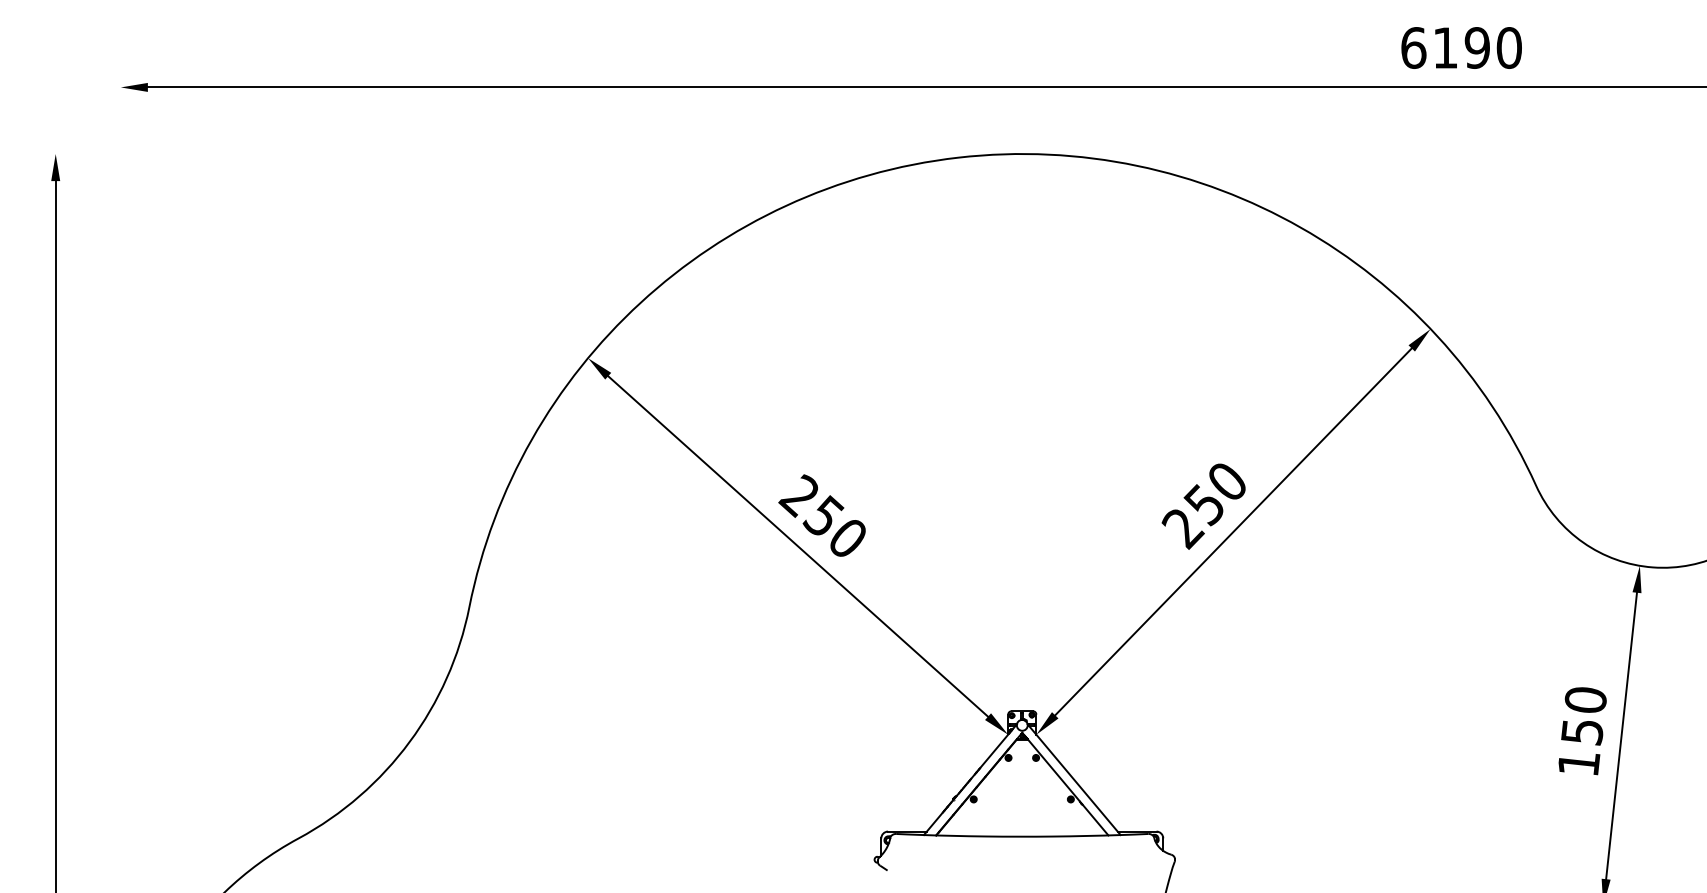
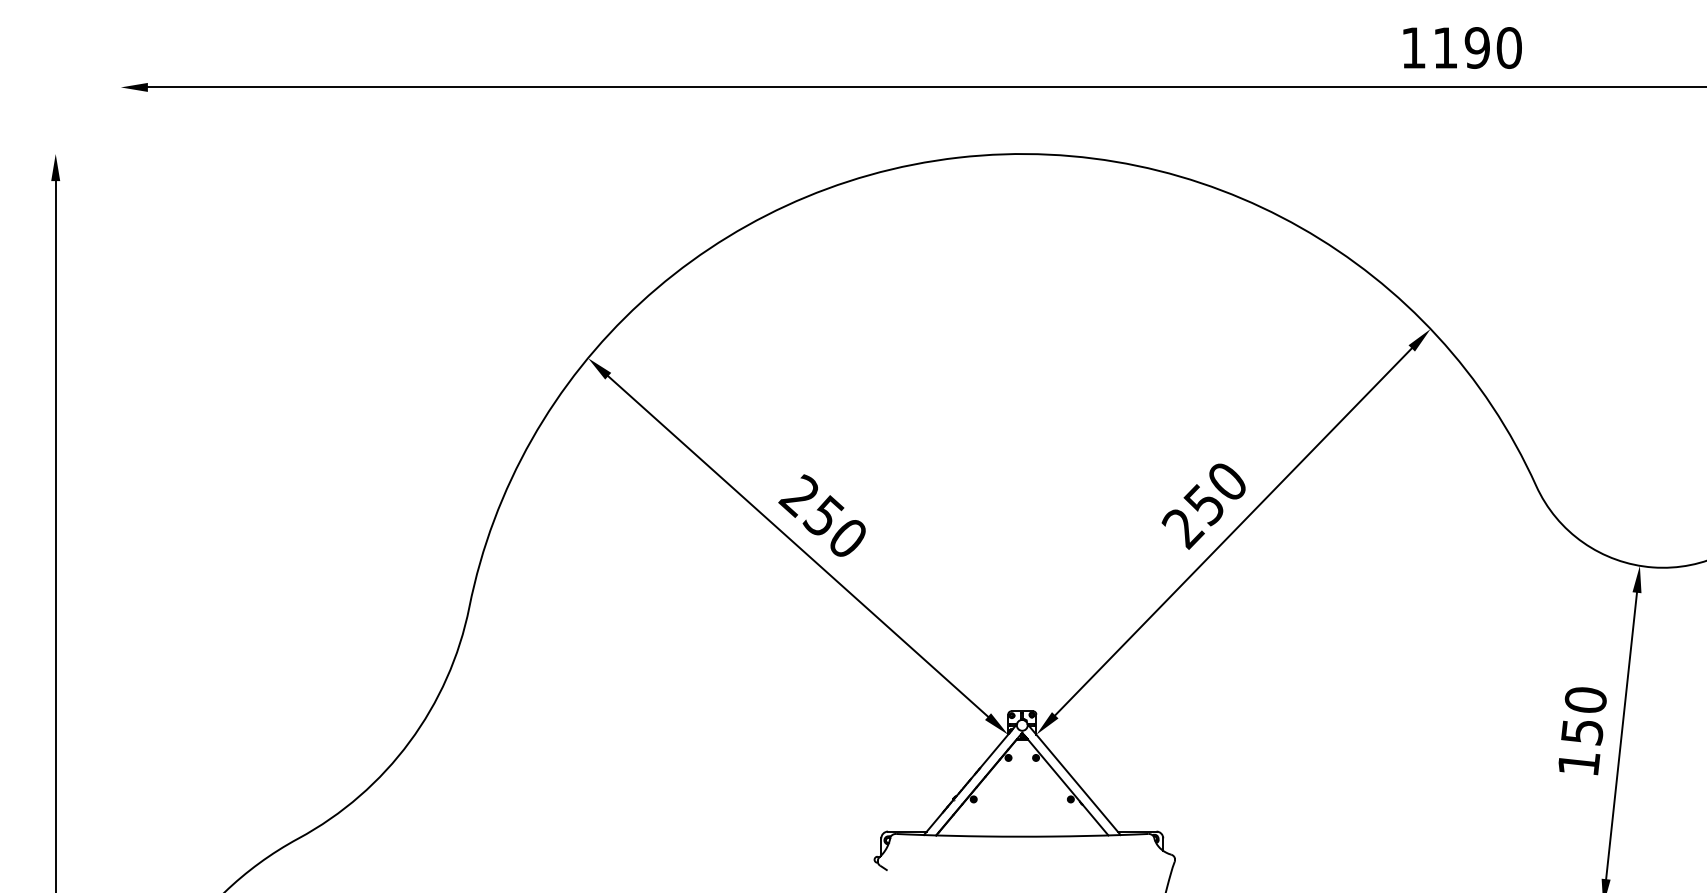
text at (1413, 47): 6190 -> 1190
